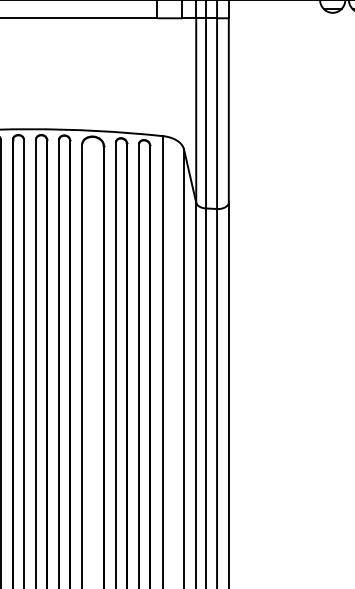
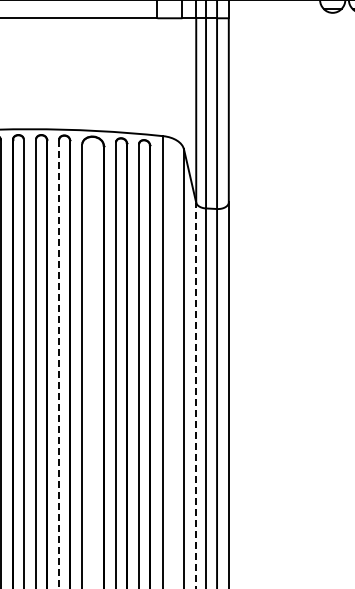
line at (59, 364): solid -> dashed
line at (196, 395): solid -> dashed
